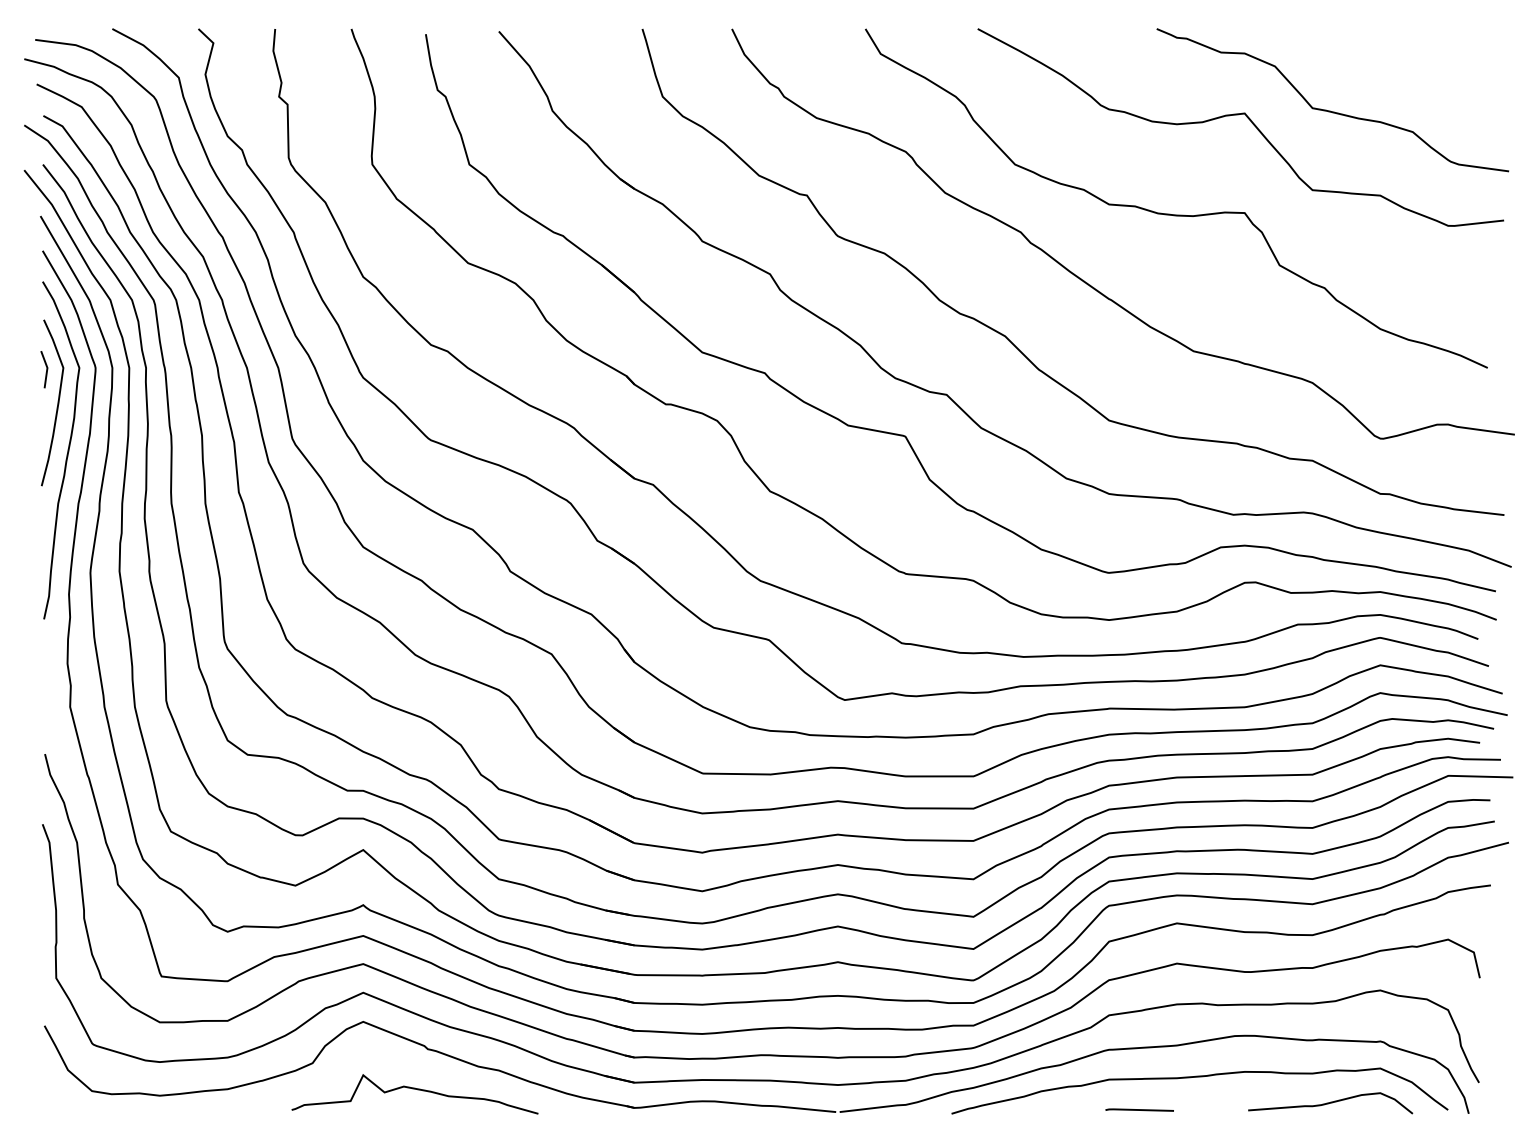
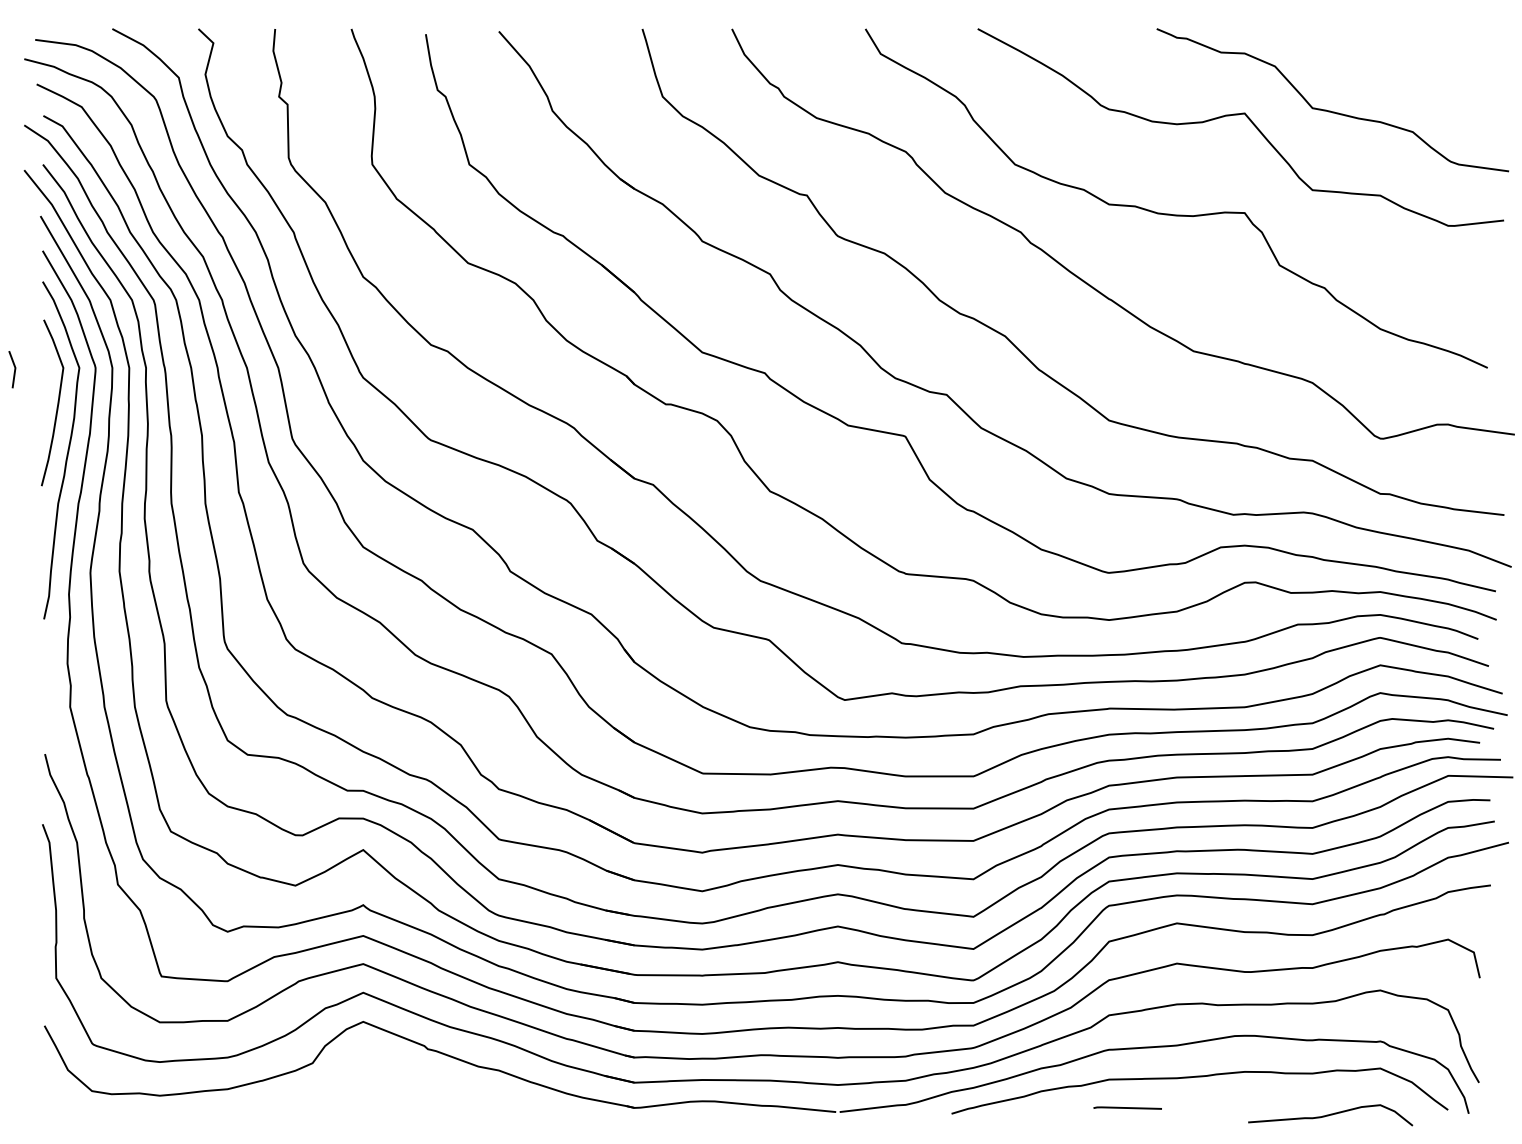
line at (46, 369) position: (46, 369) -> (14, 369)
curve at (414, 1089): present -> none
curve at (1330, 1103) position: (1330, 1103) -> (1330, 1115)
line at (1139, 1109) position: (1139, 1109) -> (1127, 1107)
